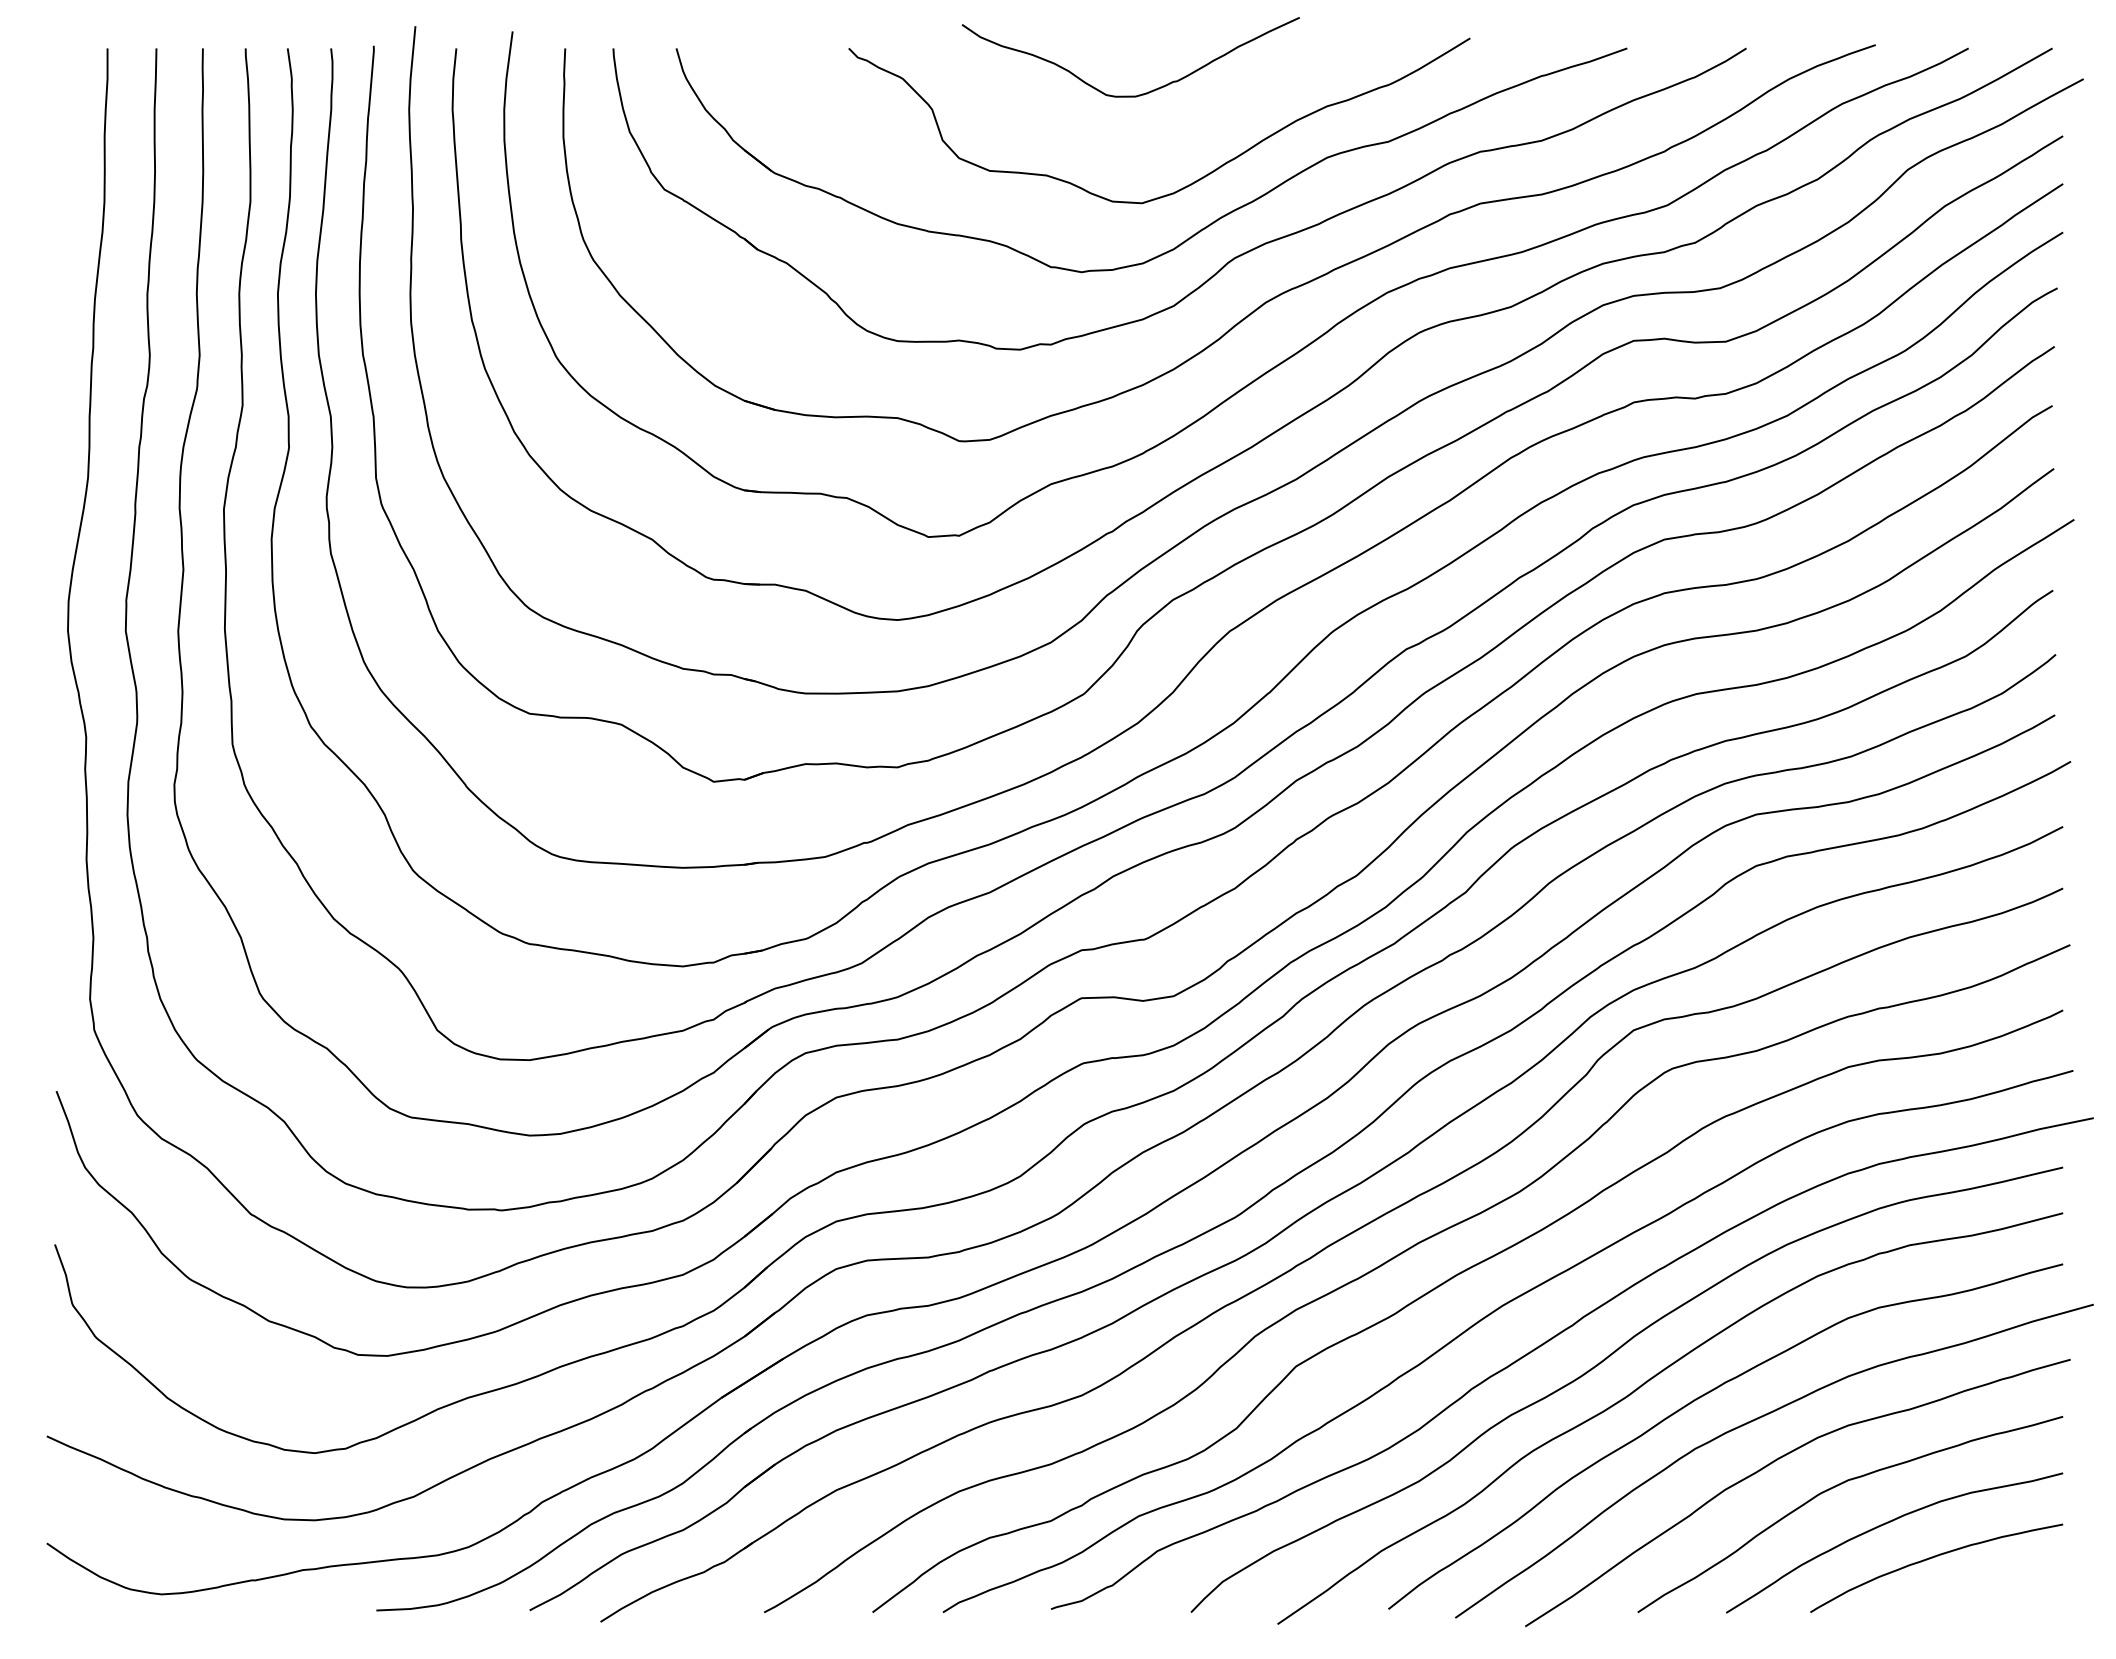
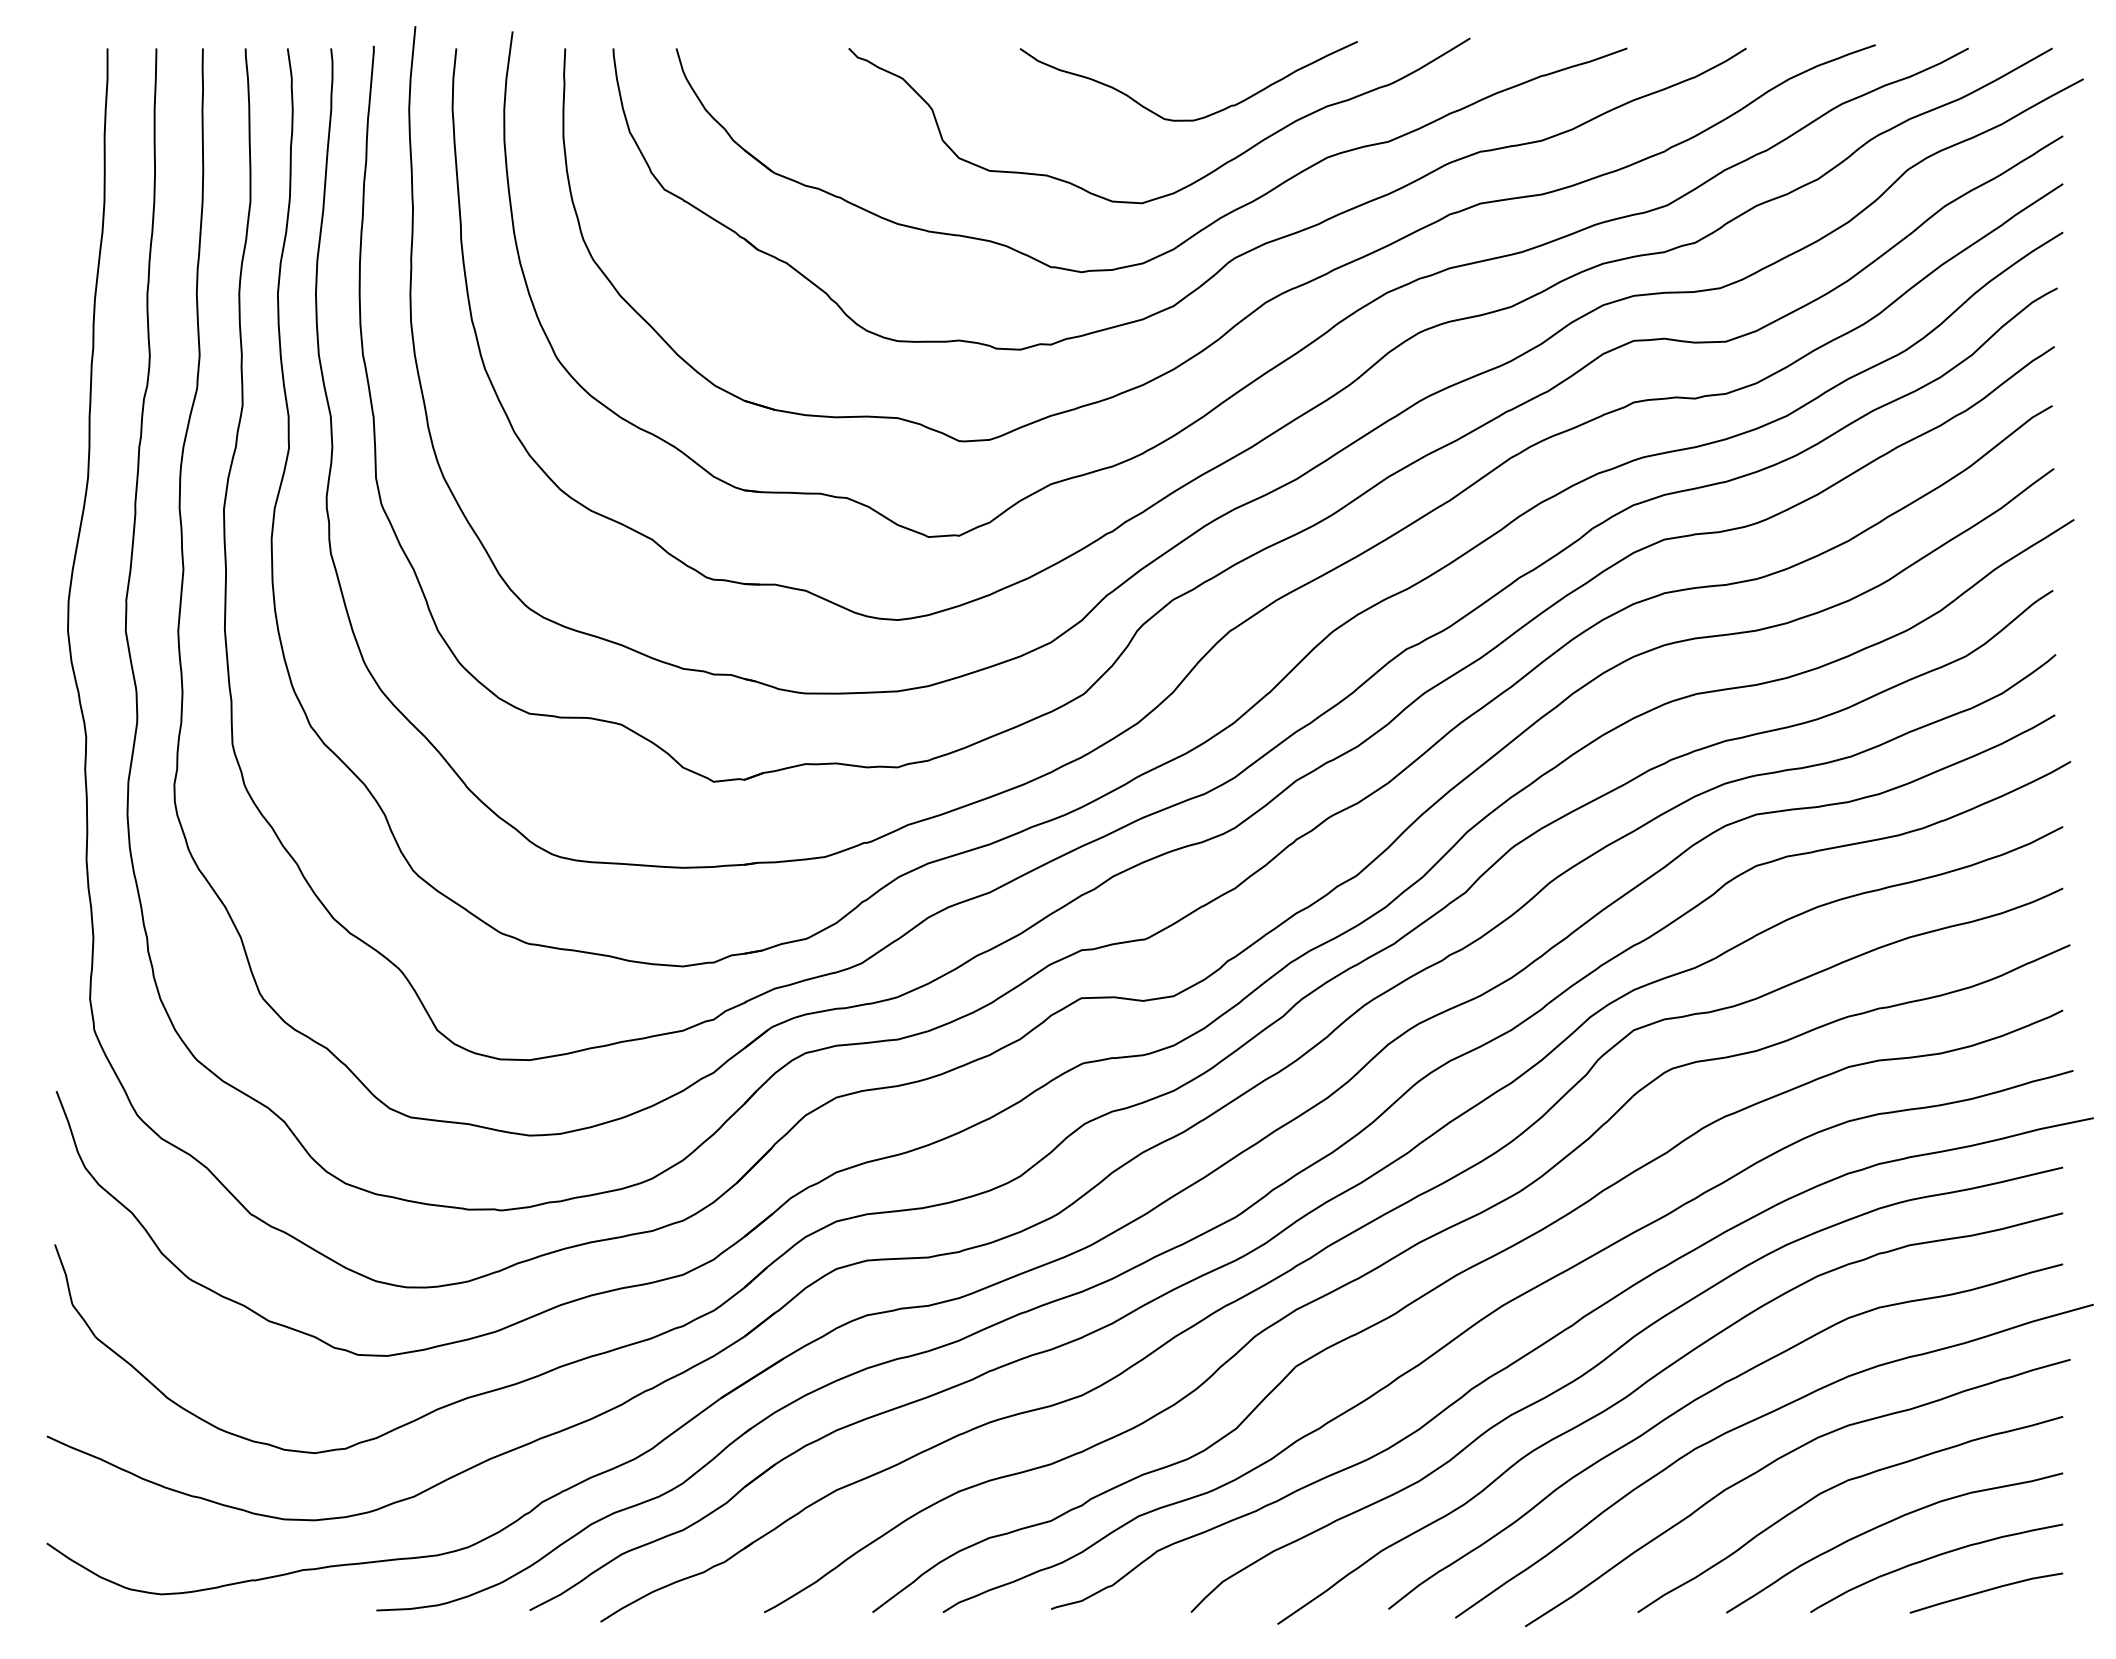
curve at (1138, 94) position: (1138, 94) -> (1196, 118)
line at (1986, 1591): none -> present
